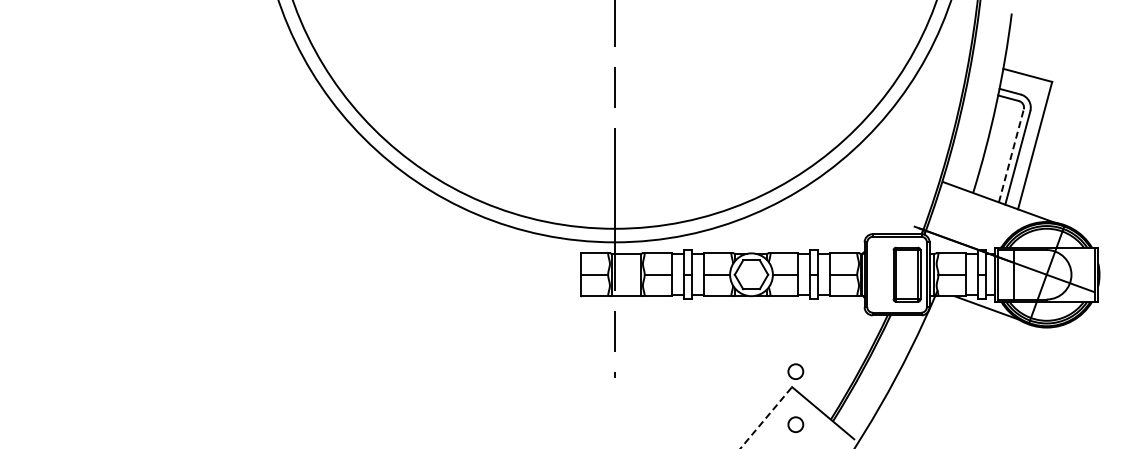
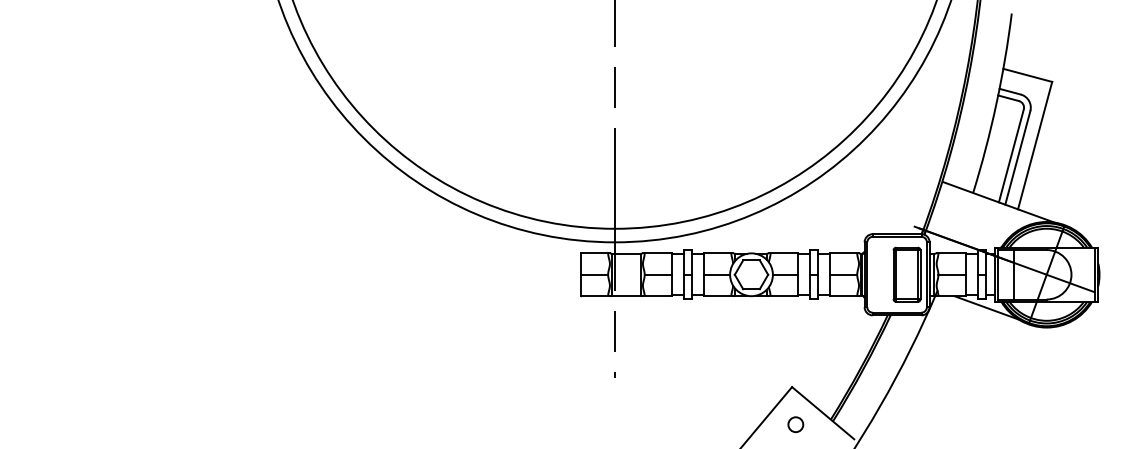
line at (1011, 155): dashed -> solid
circle at (795, 371): present -> none
line at (766, 417): dashed -> solid
